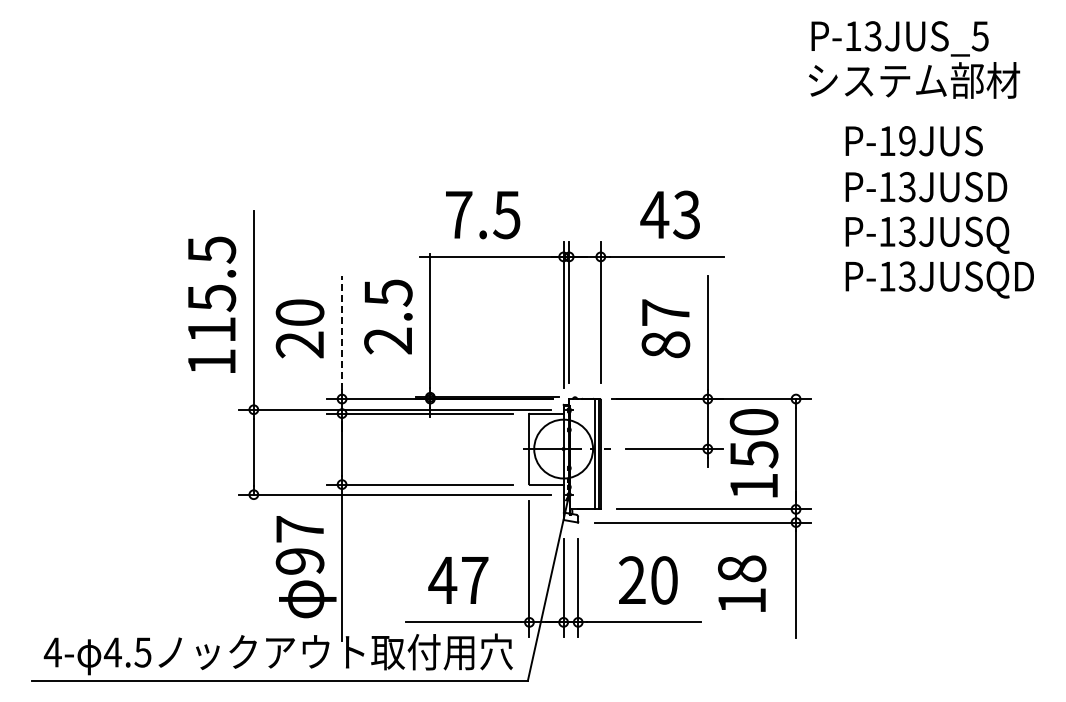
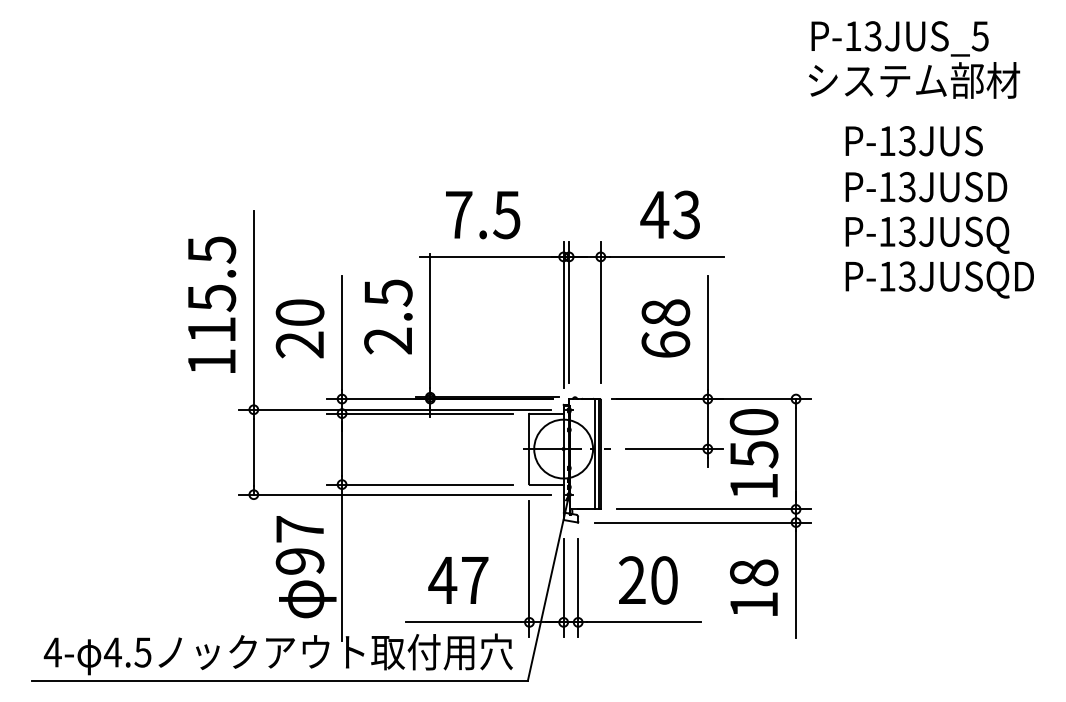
text at (906, 141): P-19JUS -> P-13JUS
text at (665, 328): 87 -> 68
line at (342, 332): dashed -> solid
text at (742, 583) position: (742, 583) -> (754, 587)
